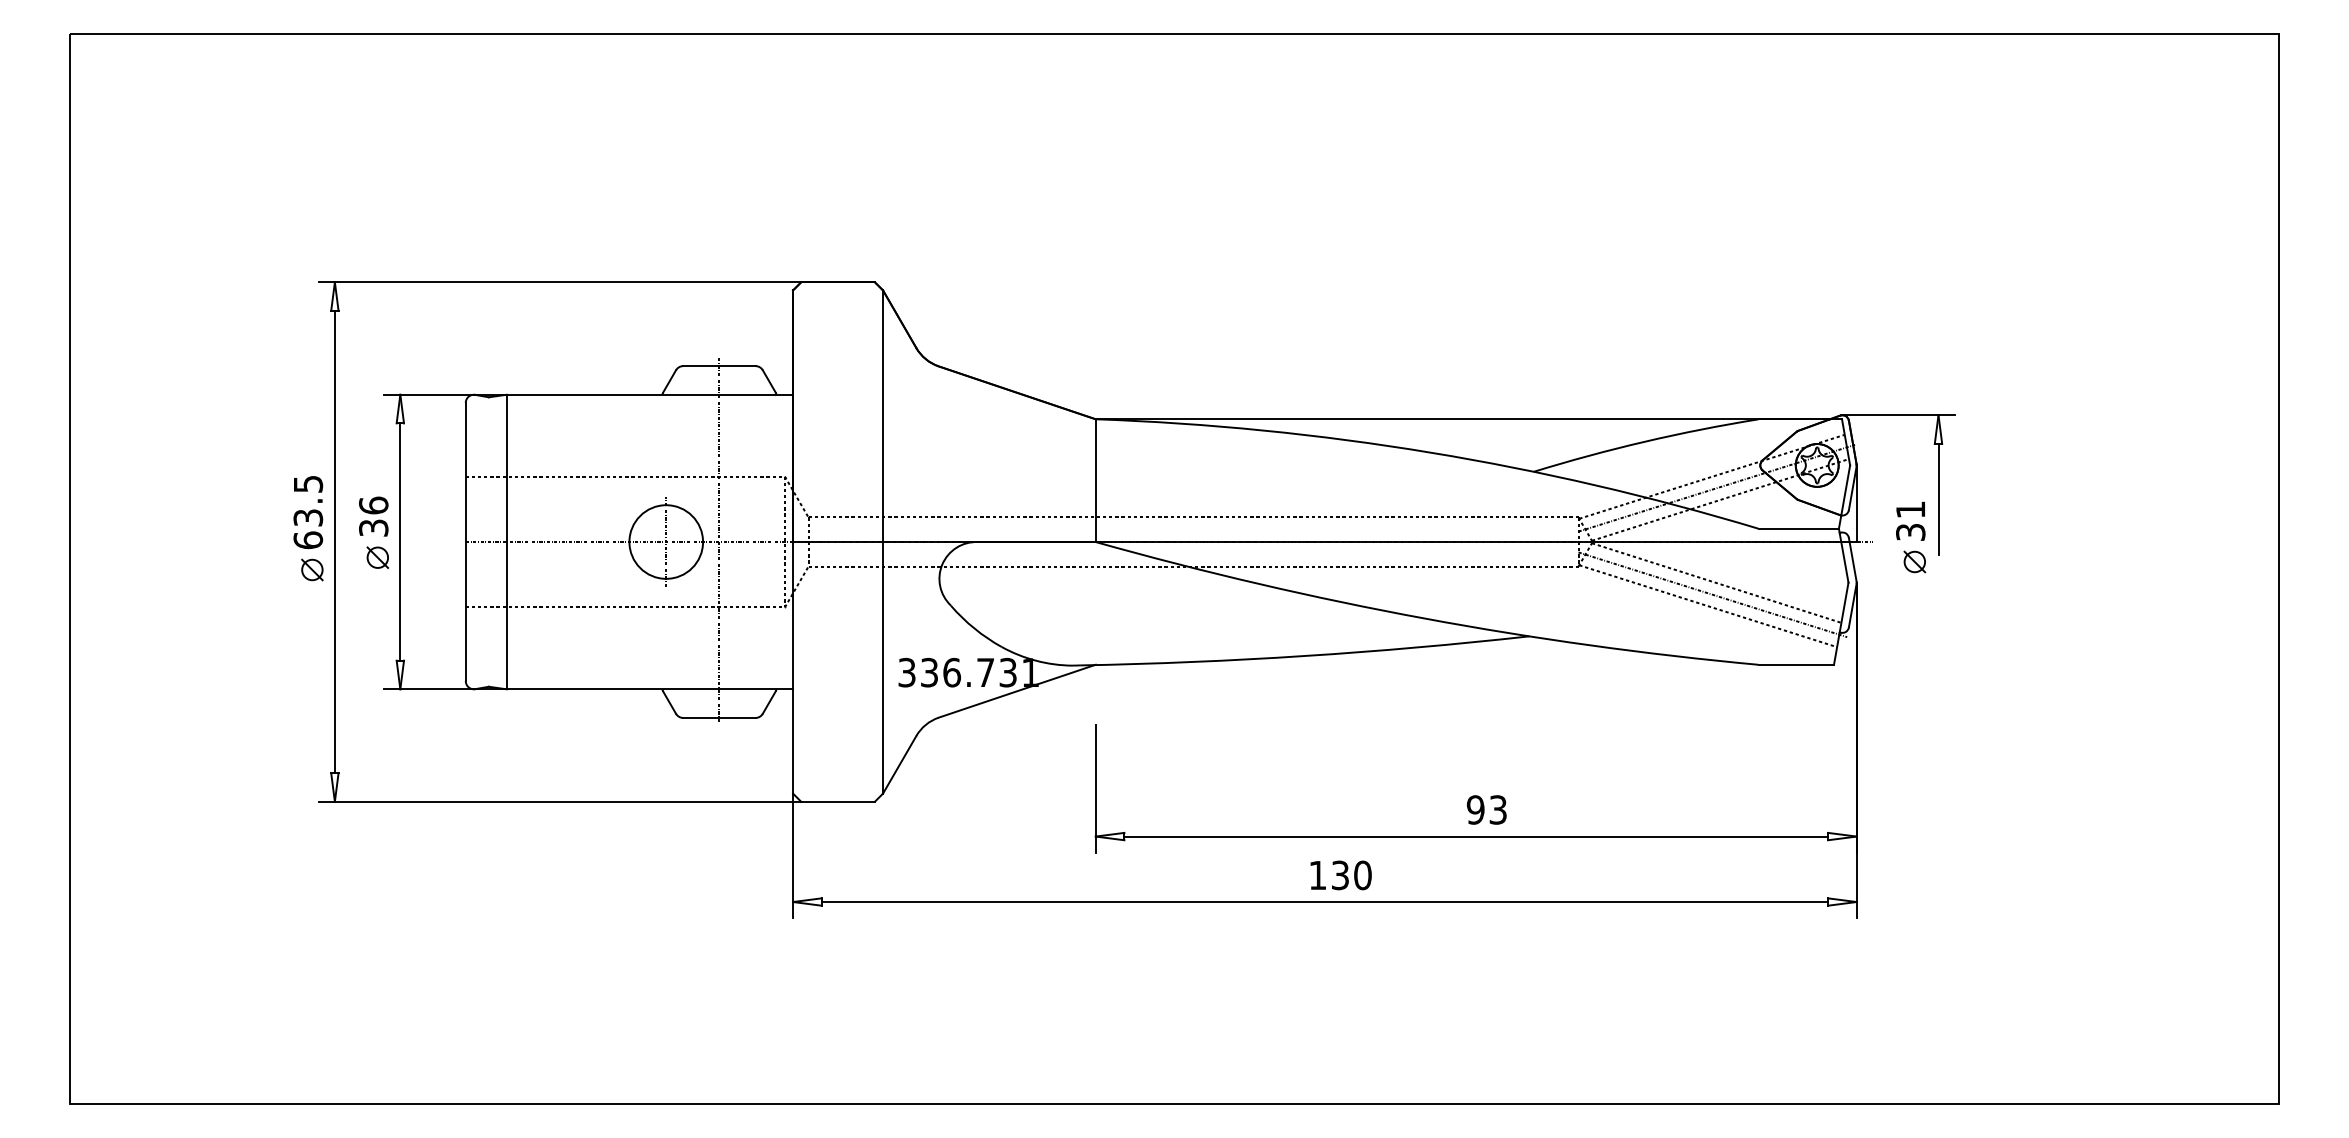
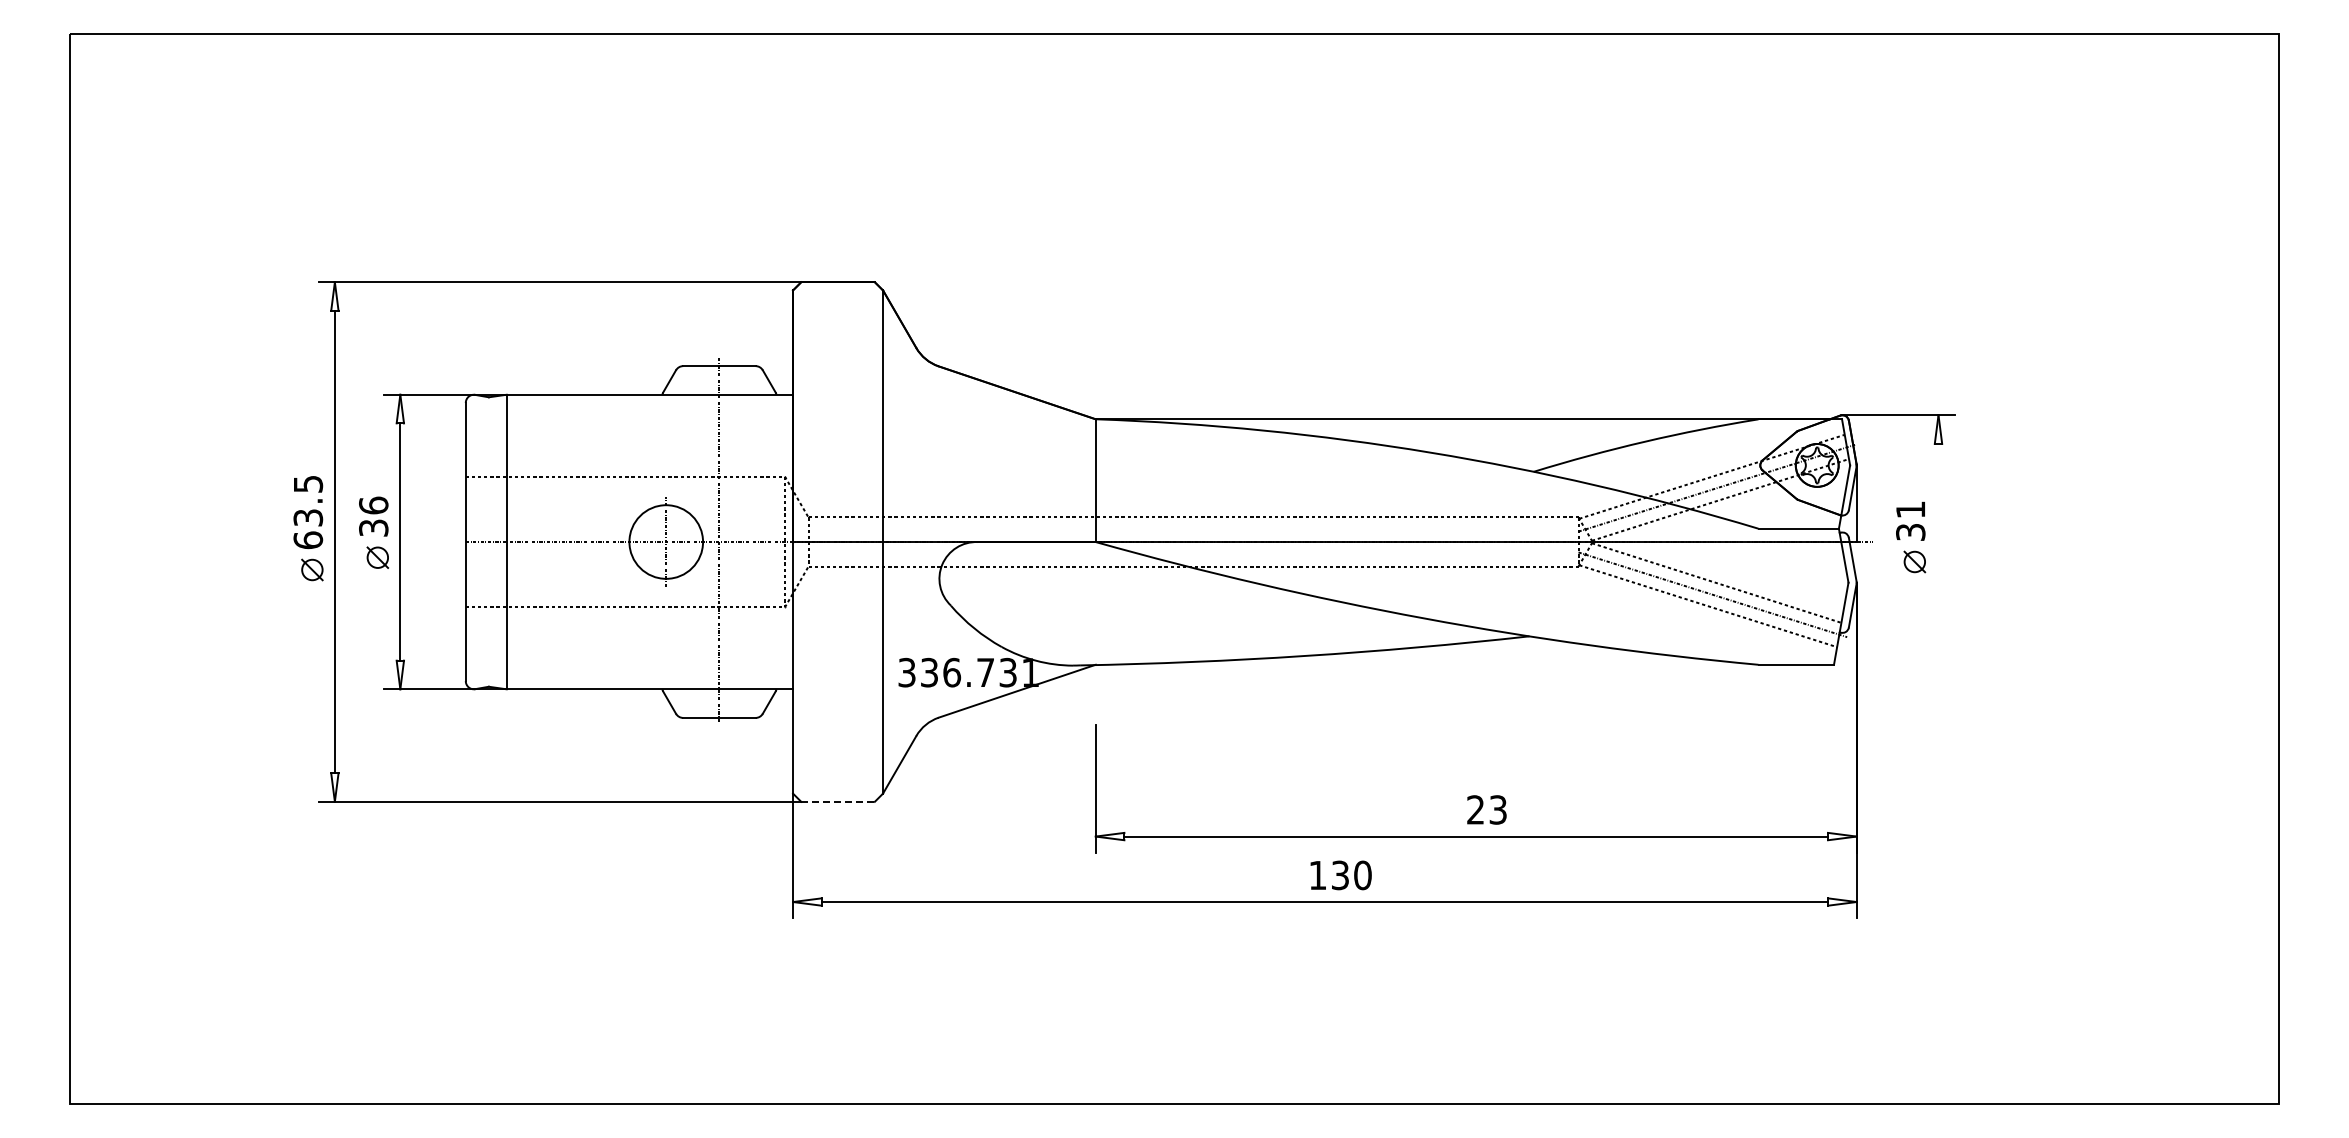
line at (1938, 498): present -> none
line at (838, 801): solid -> dashed
text at (1475, 809): 93 -> 23
